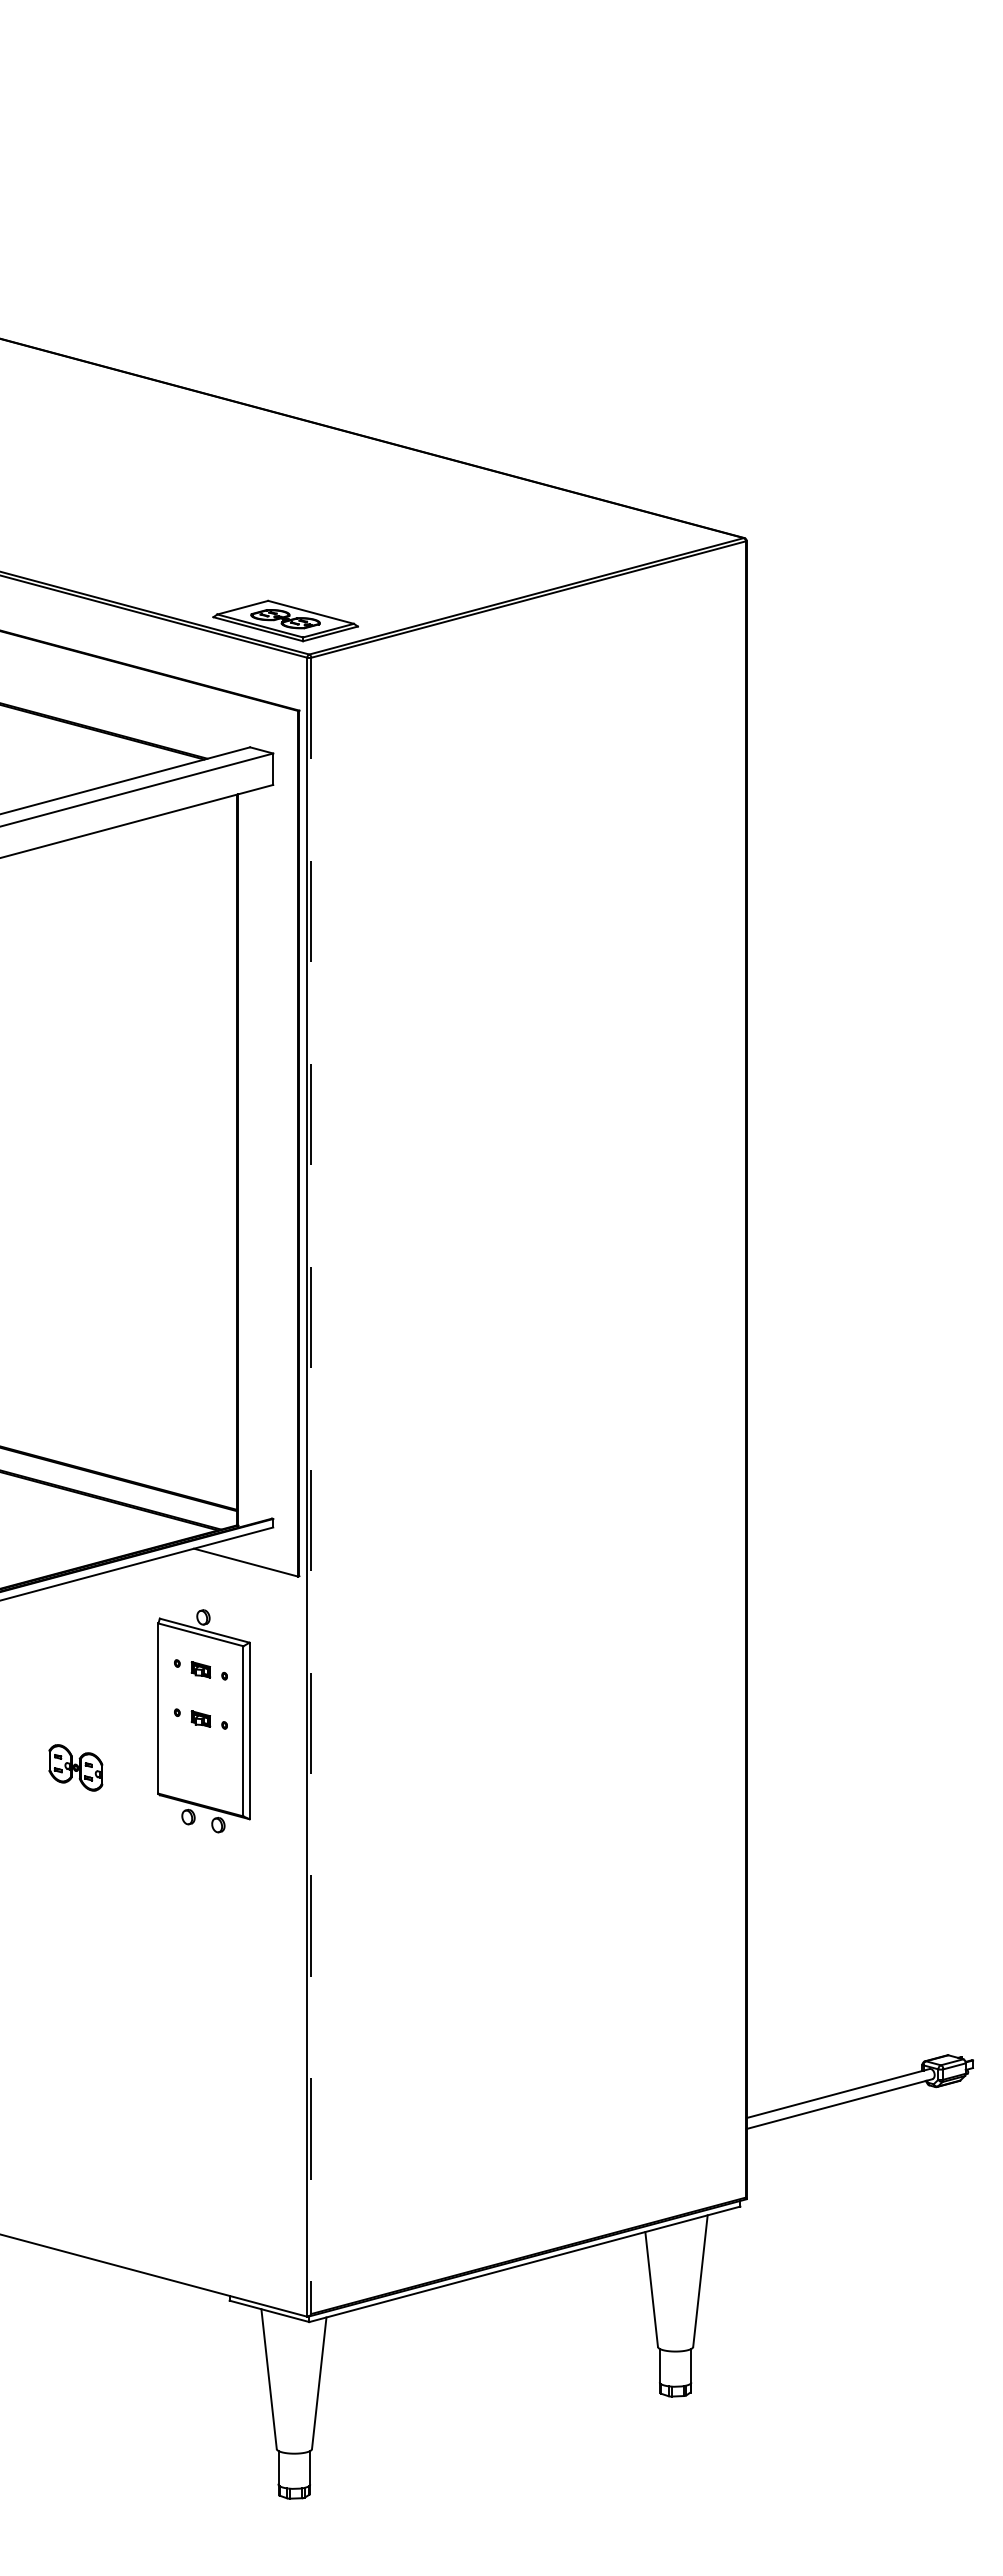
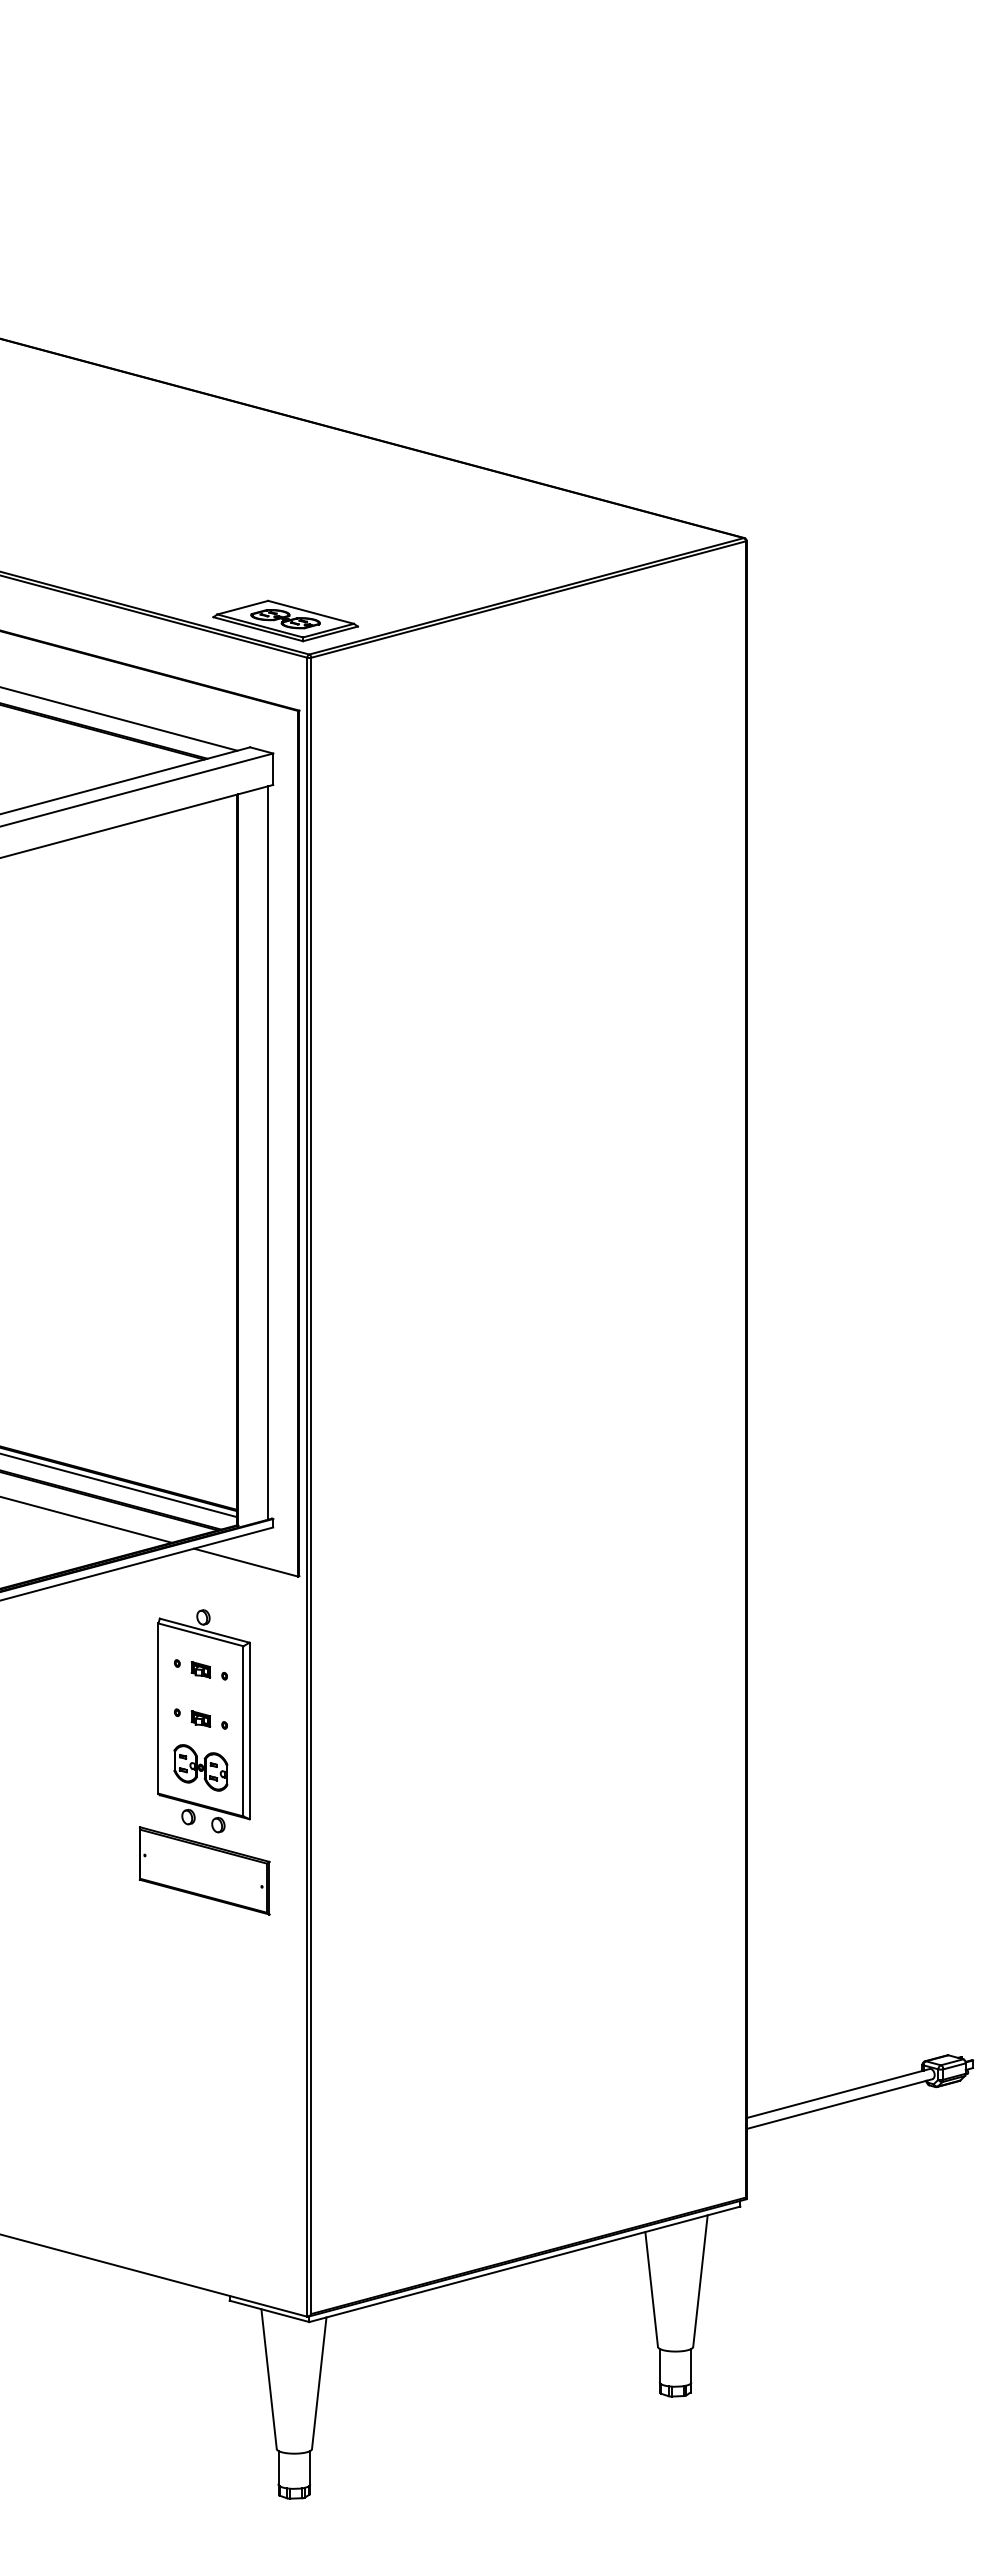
line at (119, 718): none -> present
line at (268, 1152): none -> present
line at (119, 1485): none -> present
line at (311, 1486): dashed -> solid
line at (86, 1519): none -> present
part at (75, 1767) position: (75, 1767) -> (200, 1767)
part at (204, 1870): none -> present
